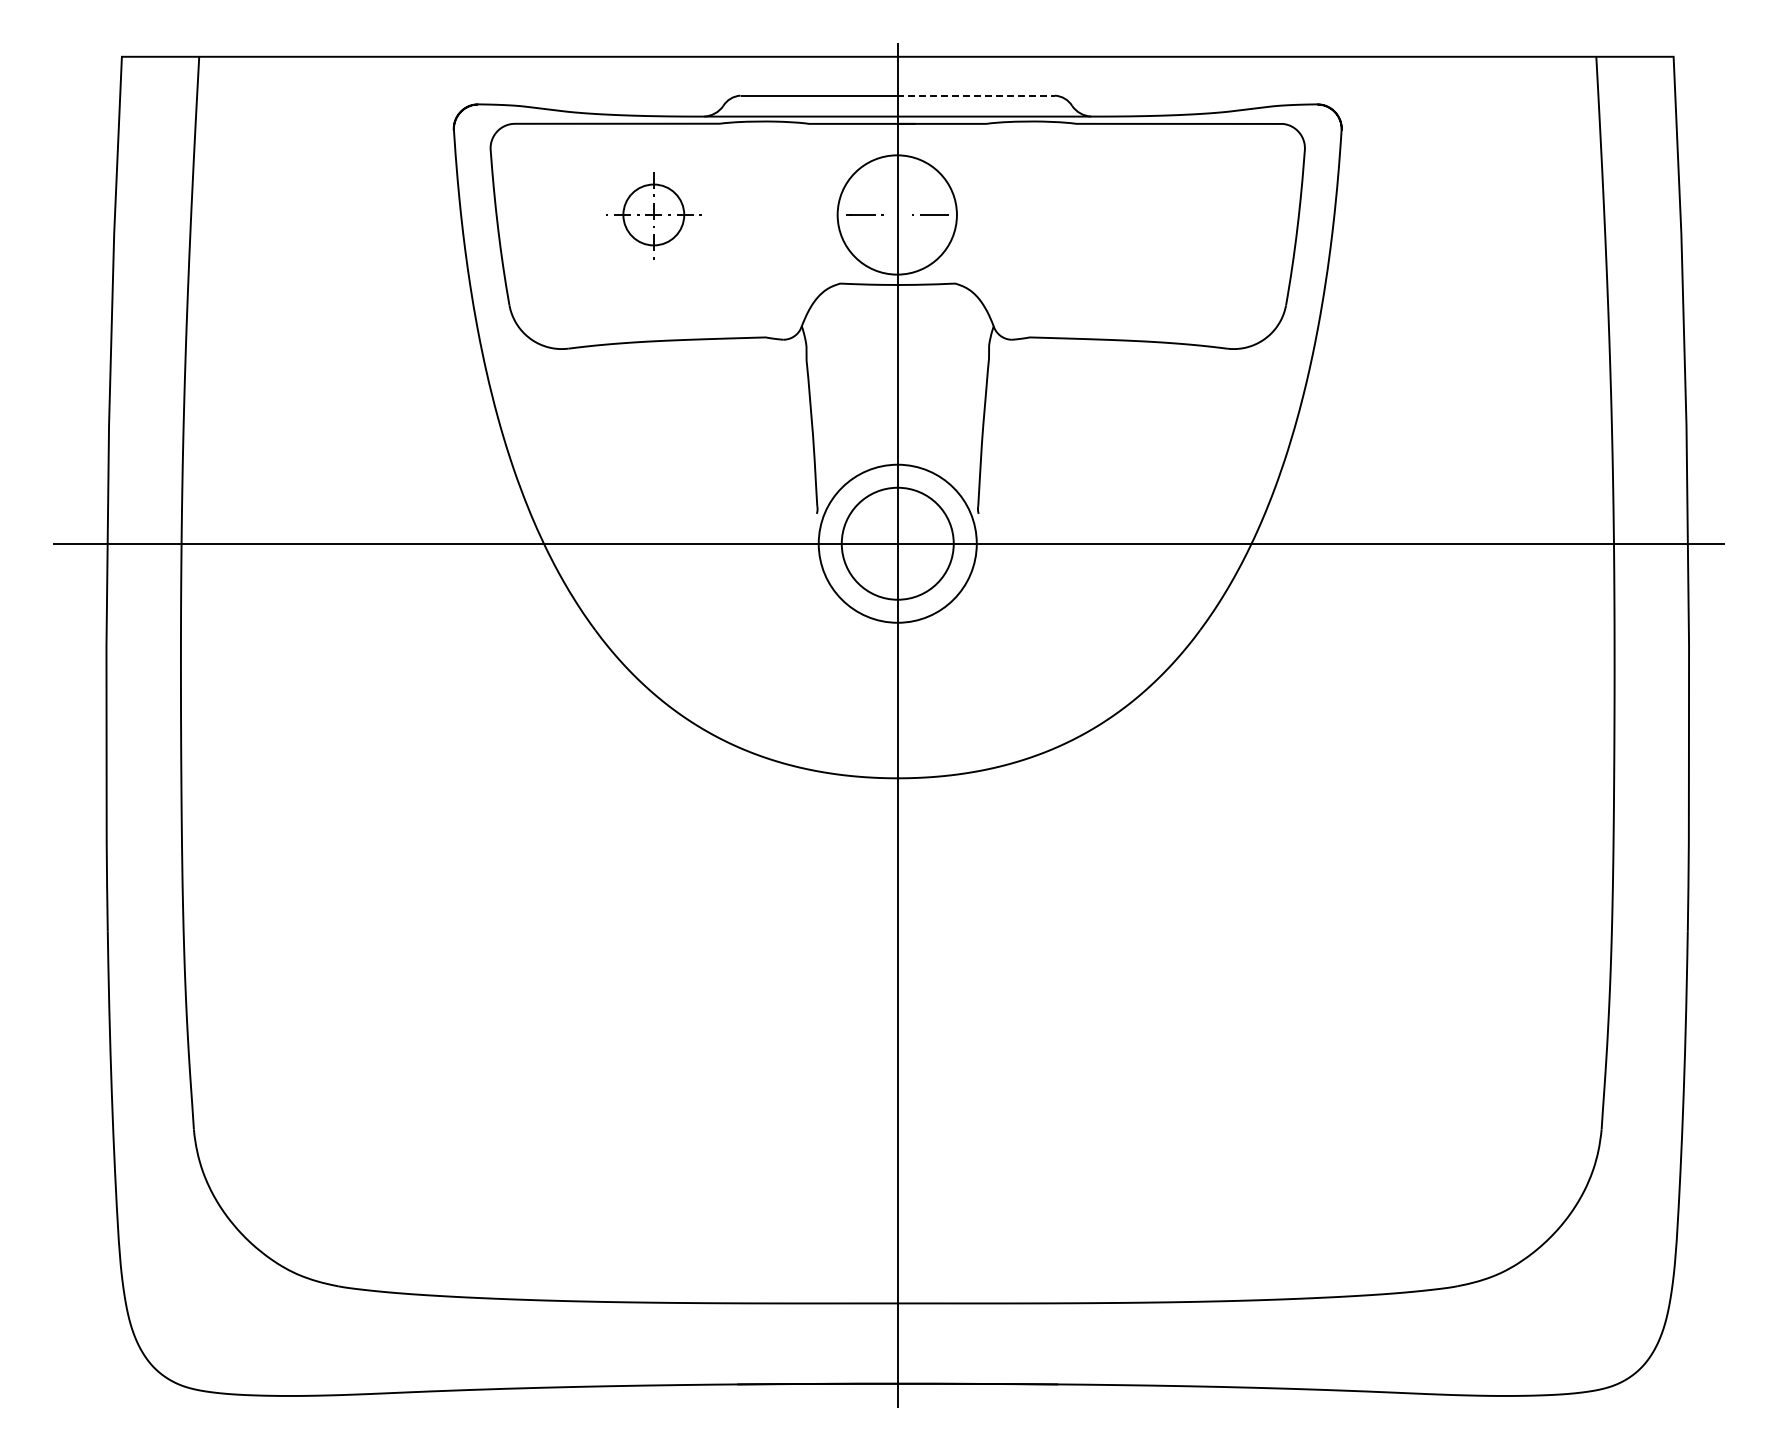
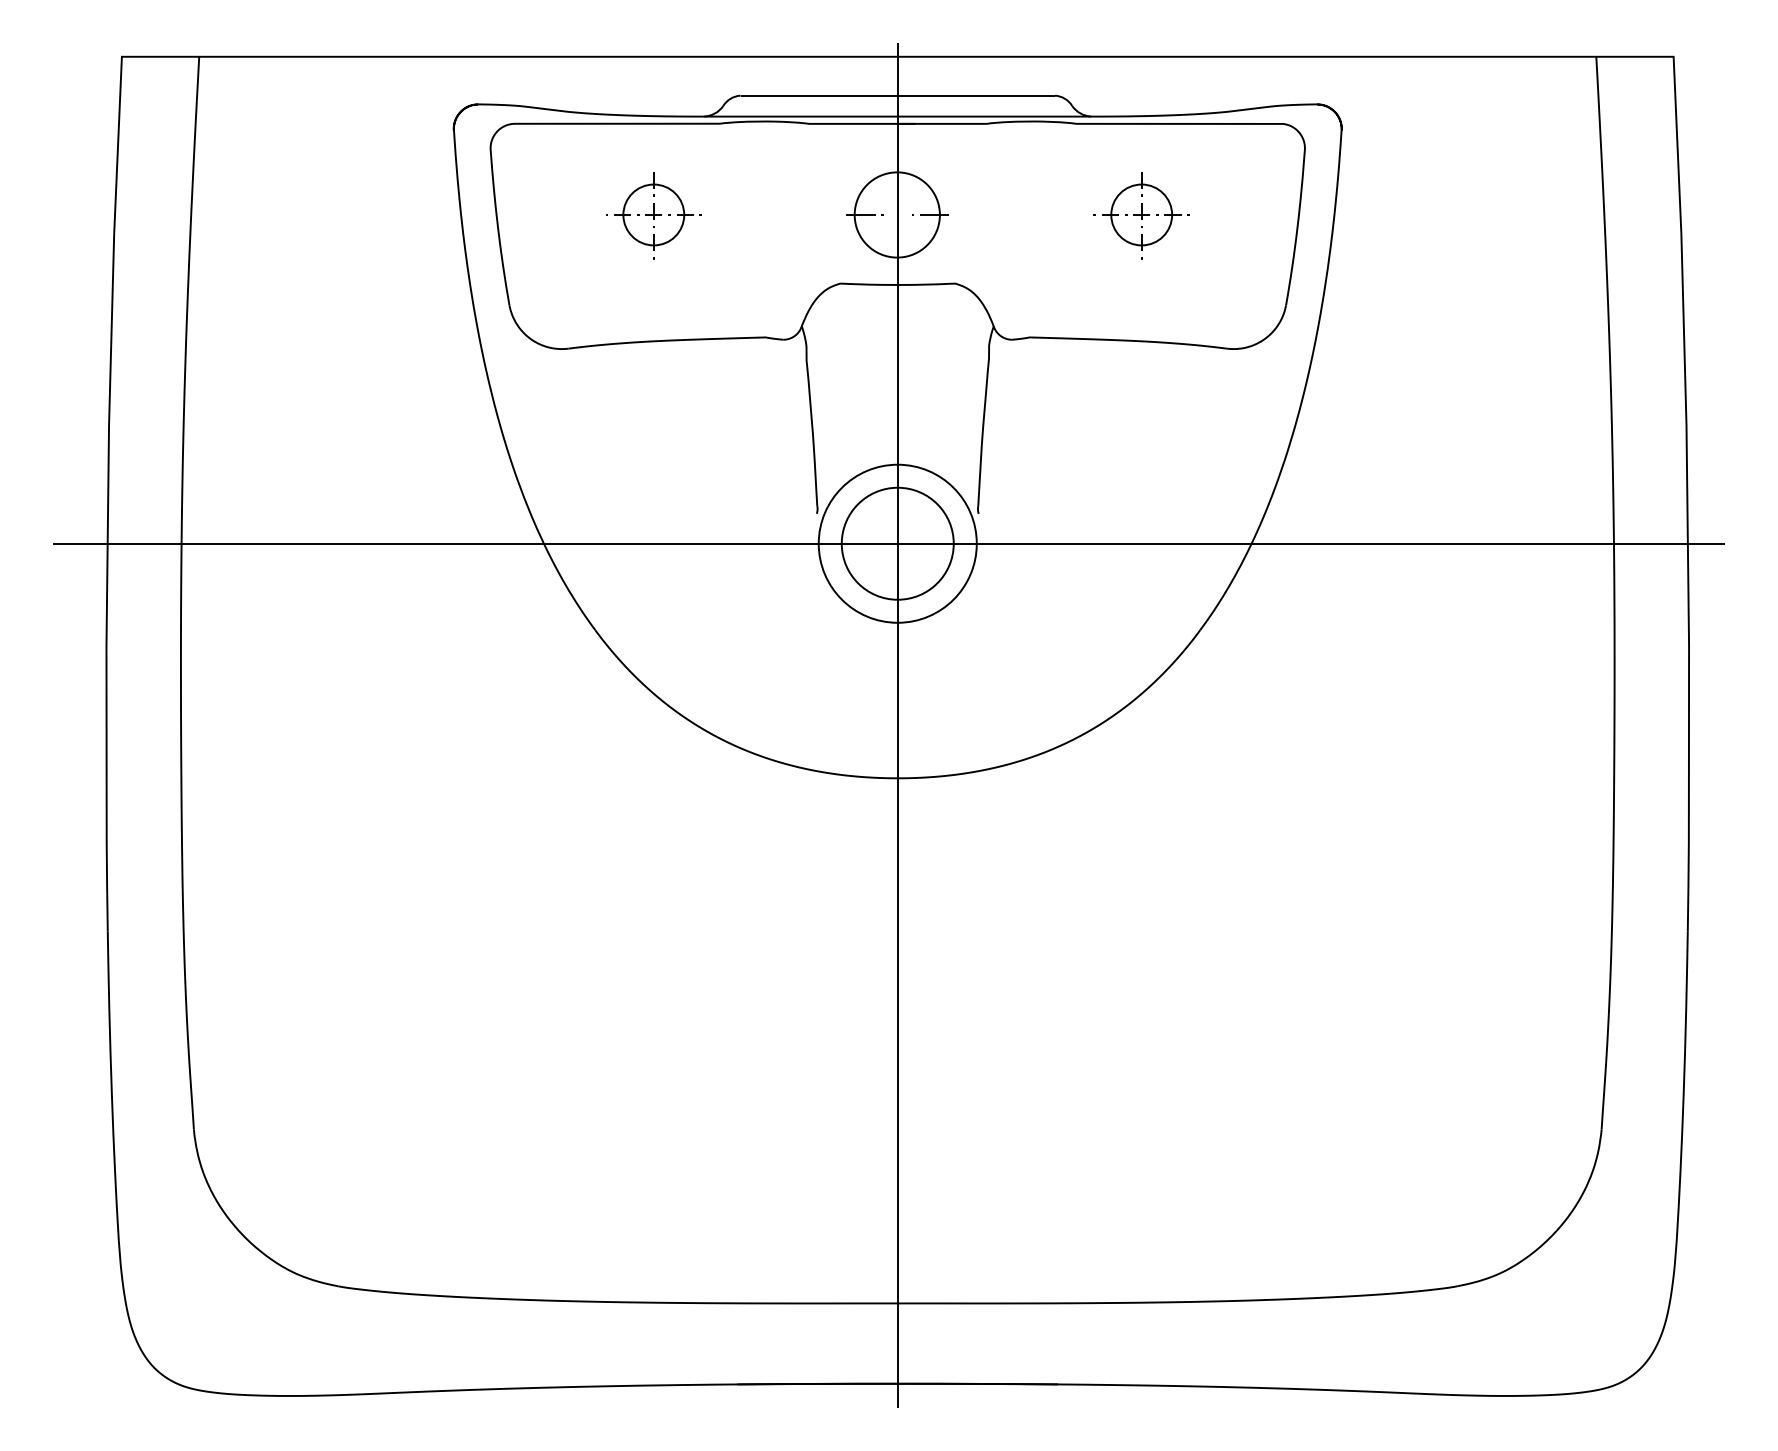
line at (976, 95): dashed -> solid
circle at (896, 214) diameter: 119 px -> 85 px
part at (1141, 215): none -> present
